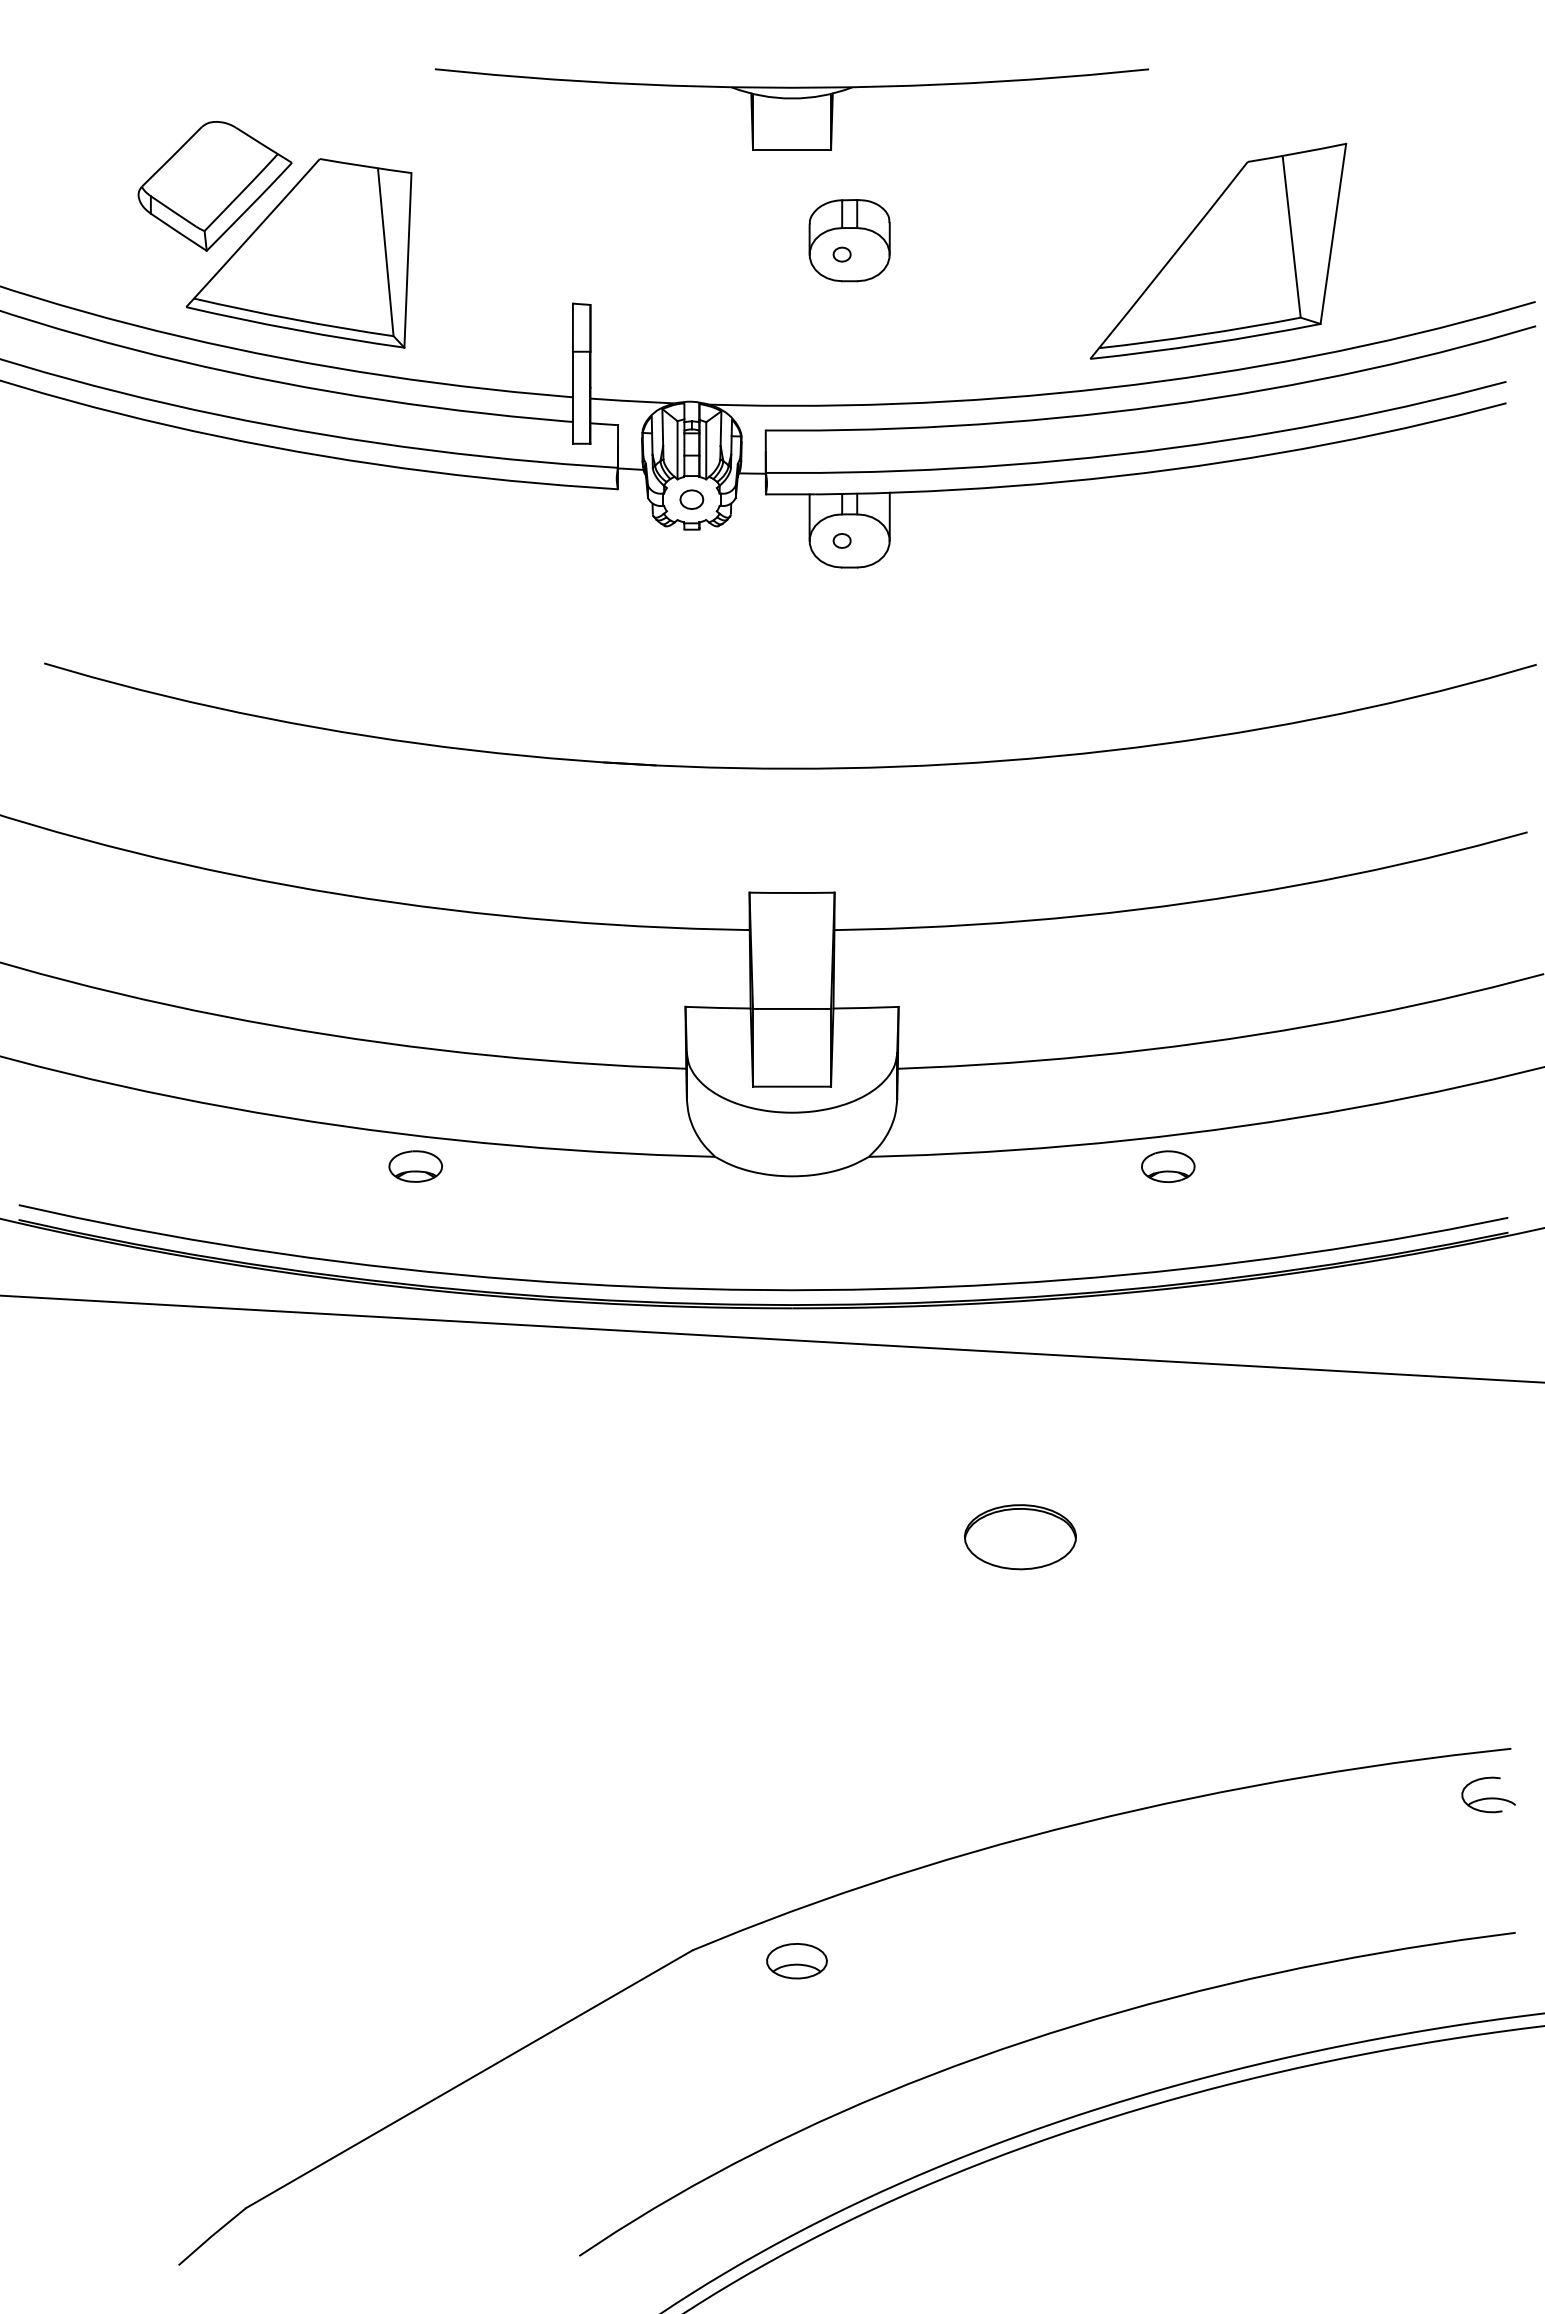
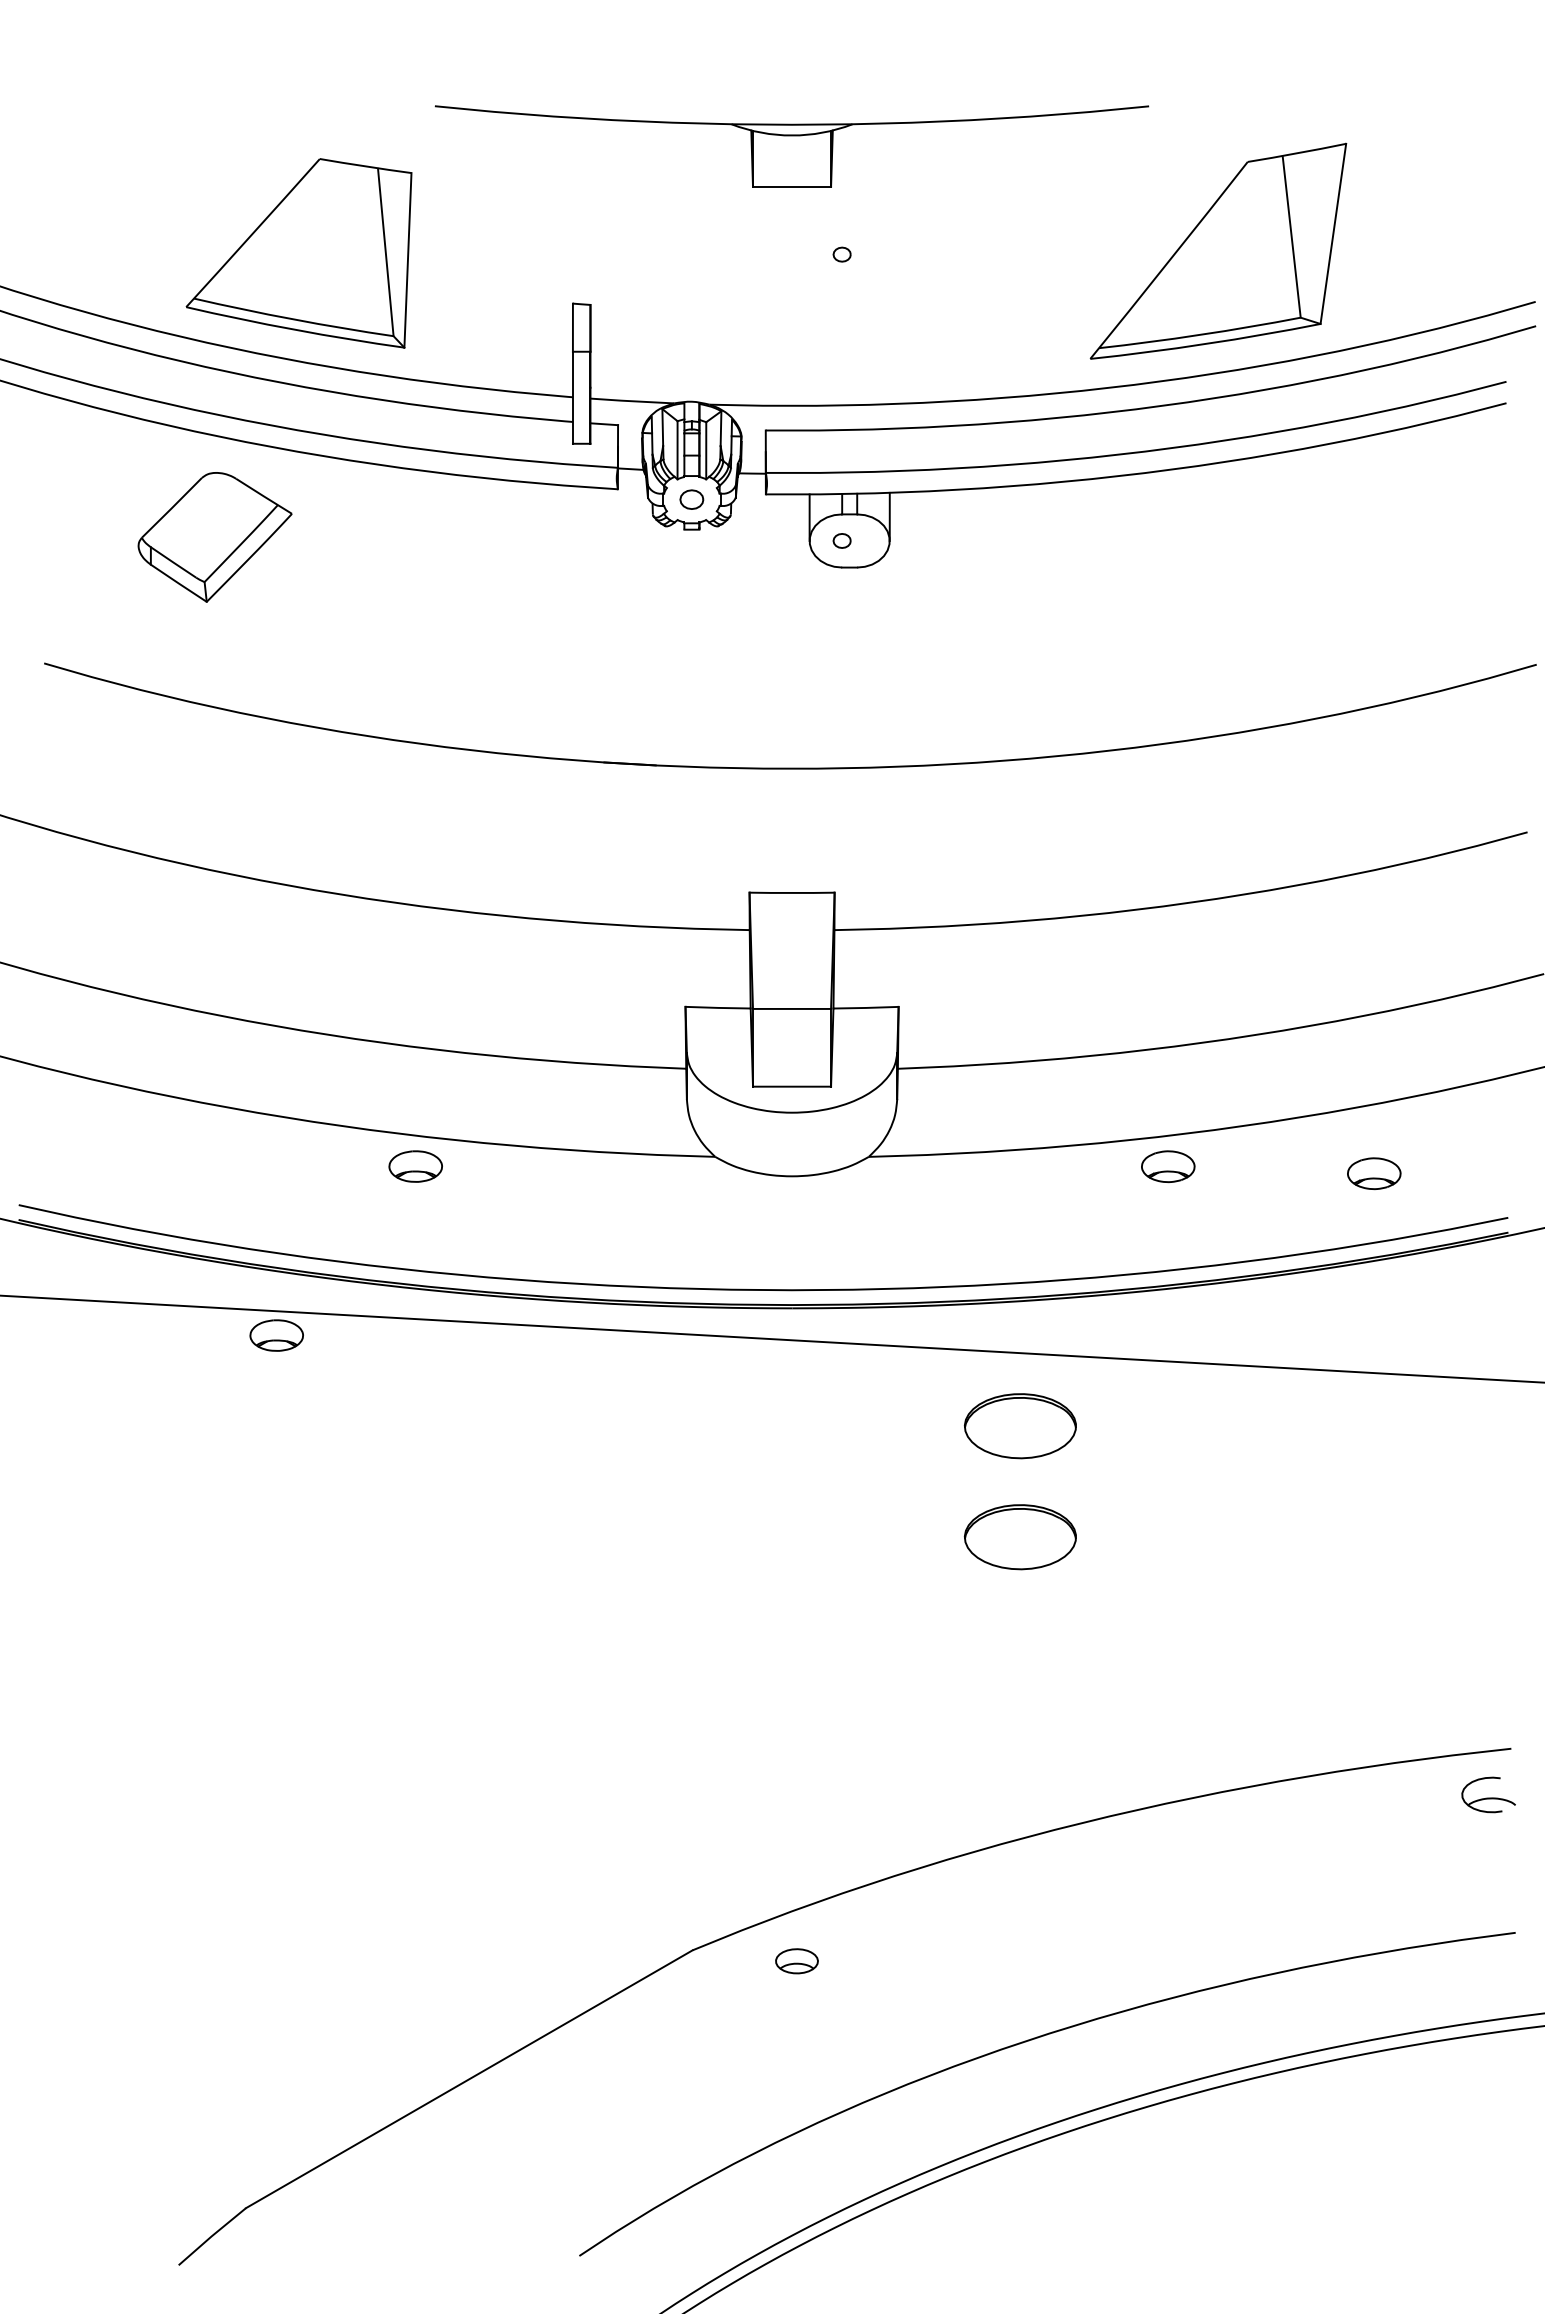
part at (791, 109) position: (791, 109) -> (791, 146)
part at (214, 186) position: (214, 186) -> (214, 537)
part at (849, 240): present -> none
part at (1374, 1173): none -> present
part at (276, 1335): none -> present
part at (1019, 1426): none -> present
part at (796, 1961) size: 62x37 px -> 44x27 px
